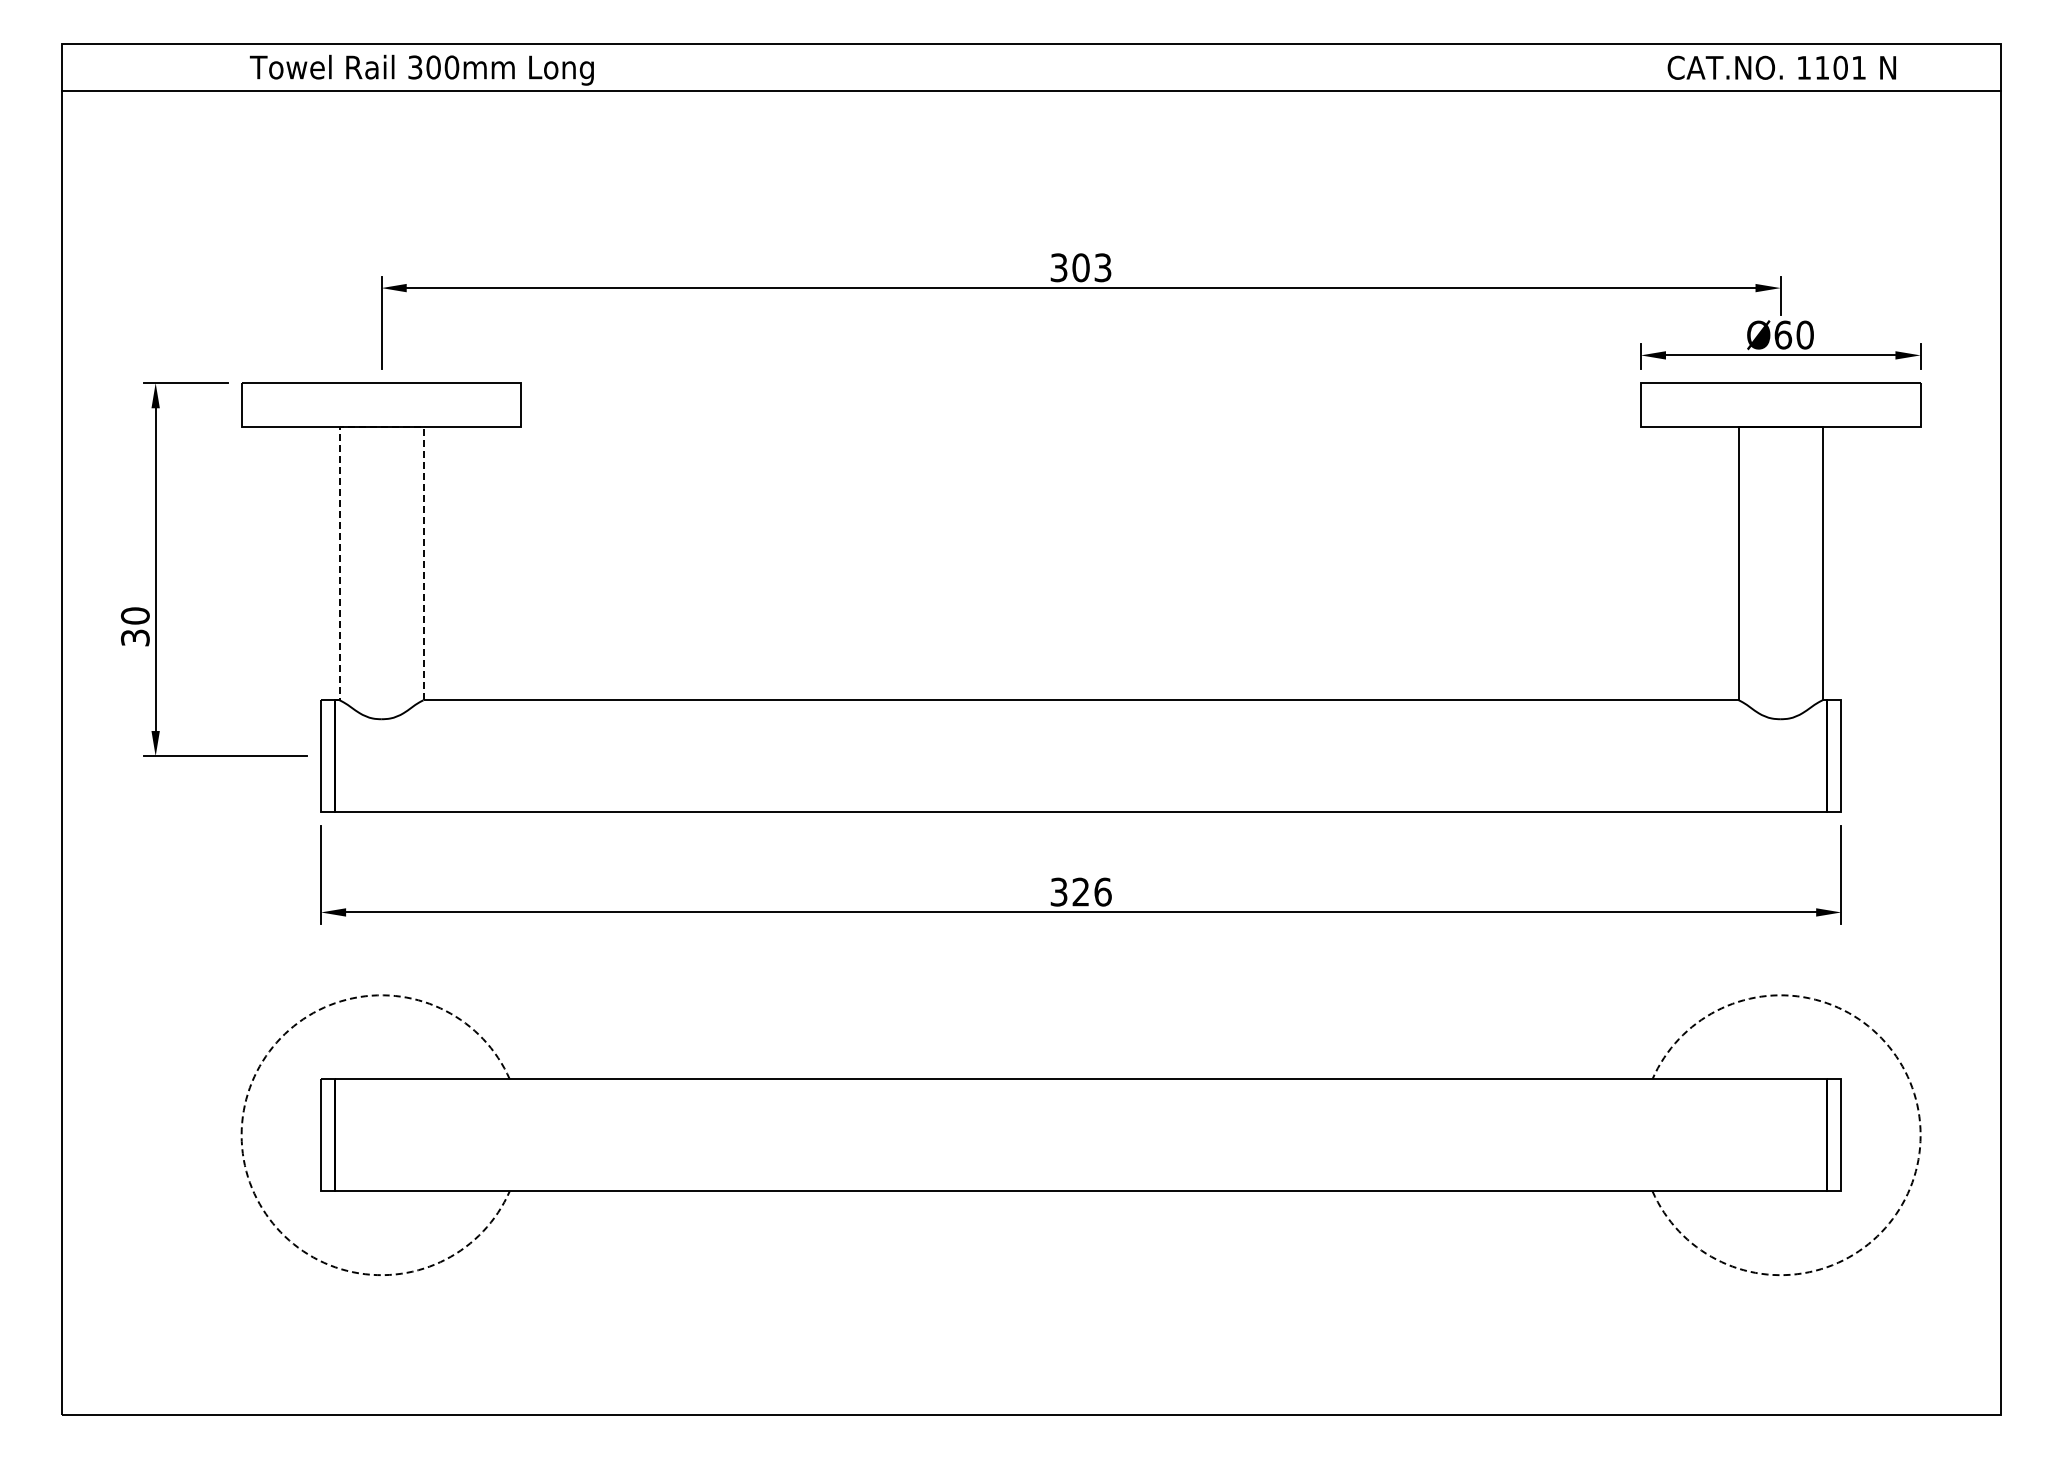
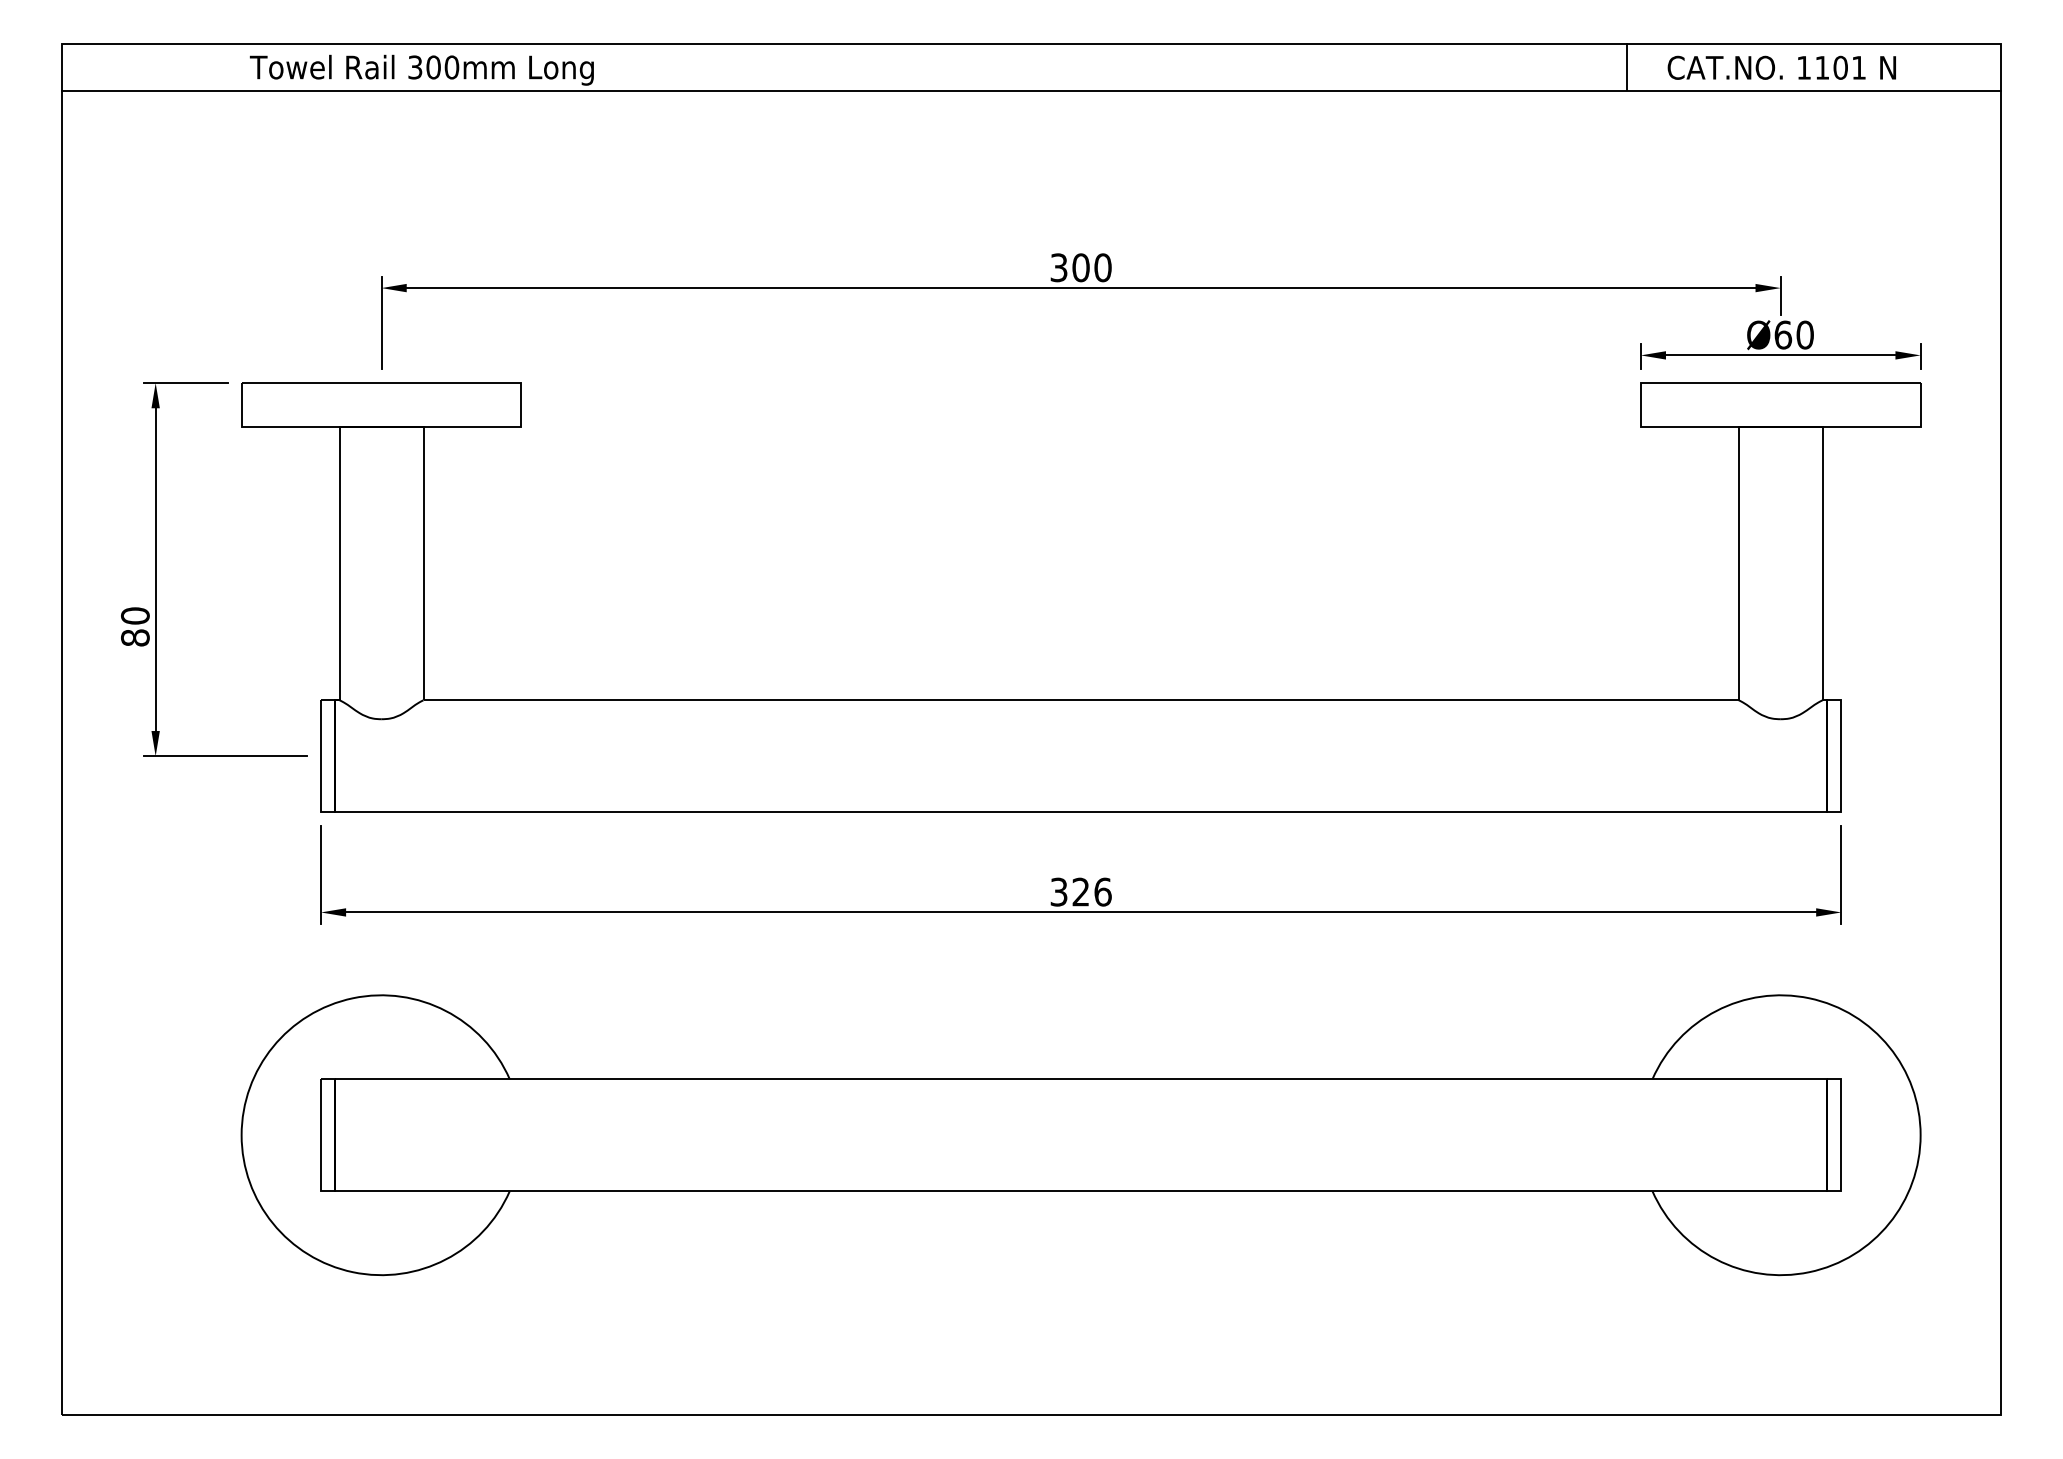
line at (1627, 66): none -> present
text at (1102, 267): 303 -> 300
line at (381, 427): dashed -> solid
text at (135, 637): 30 -> 80
arc at (241, 1135): dashed -> solid
arc at (1920, 1135): dashed -> solid
